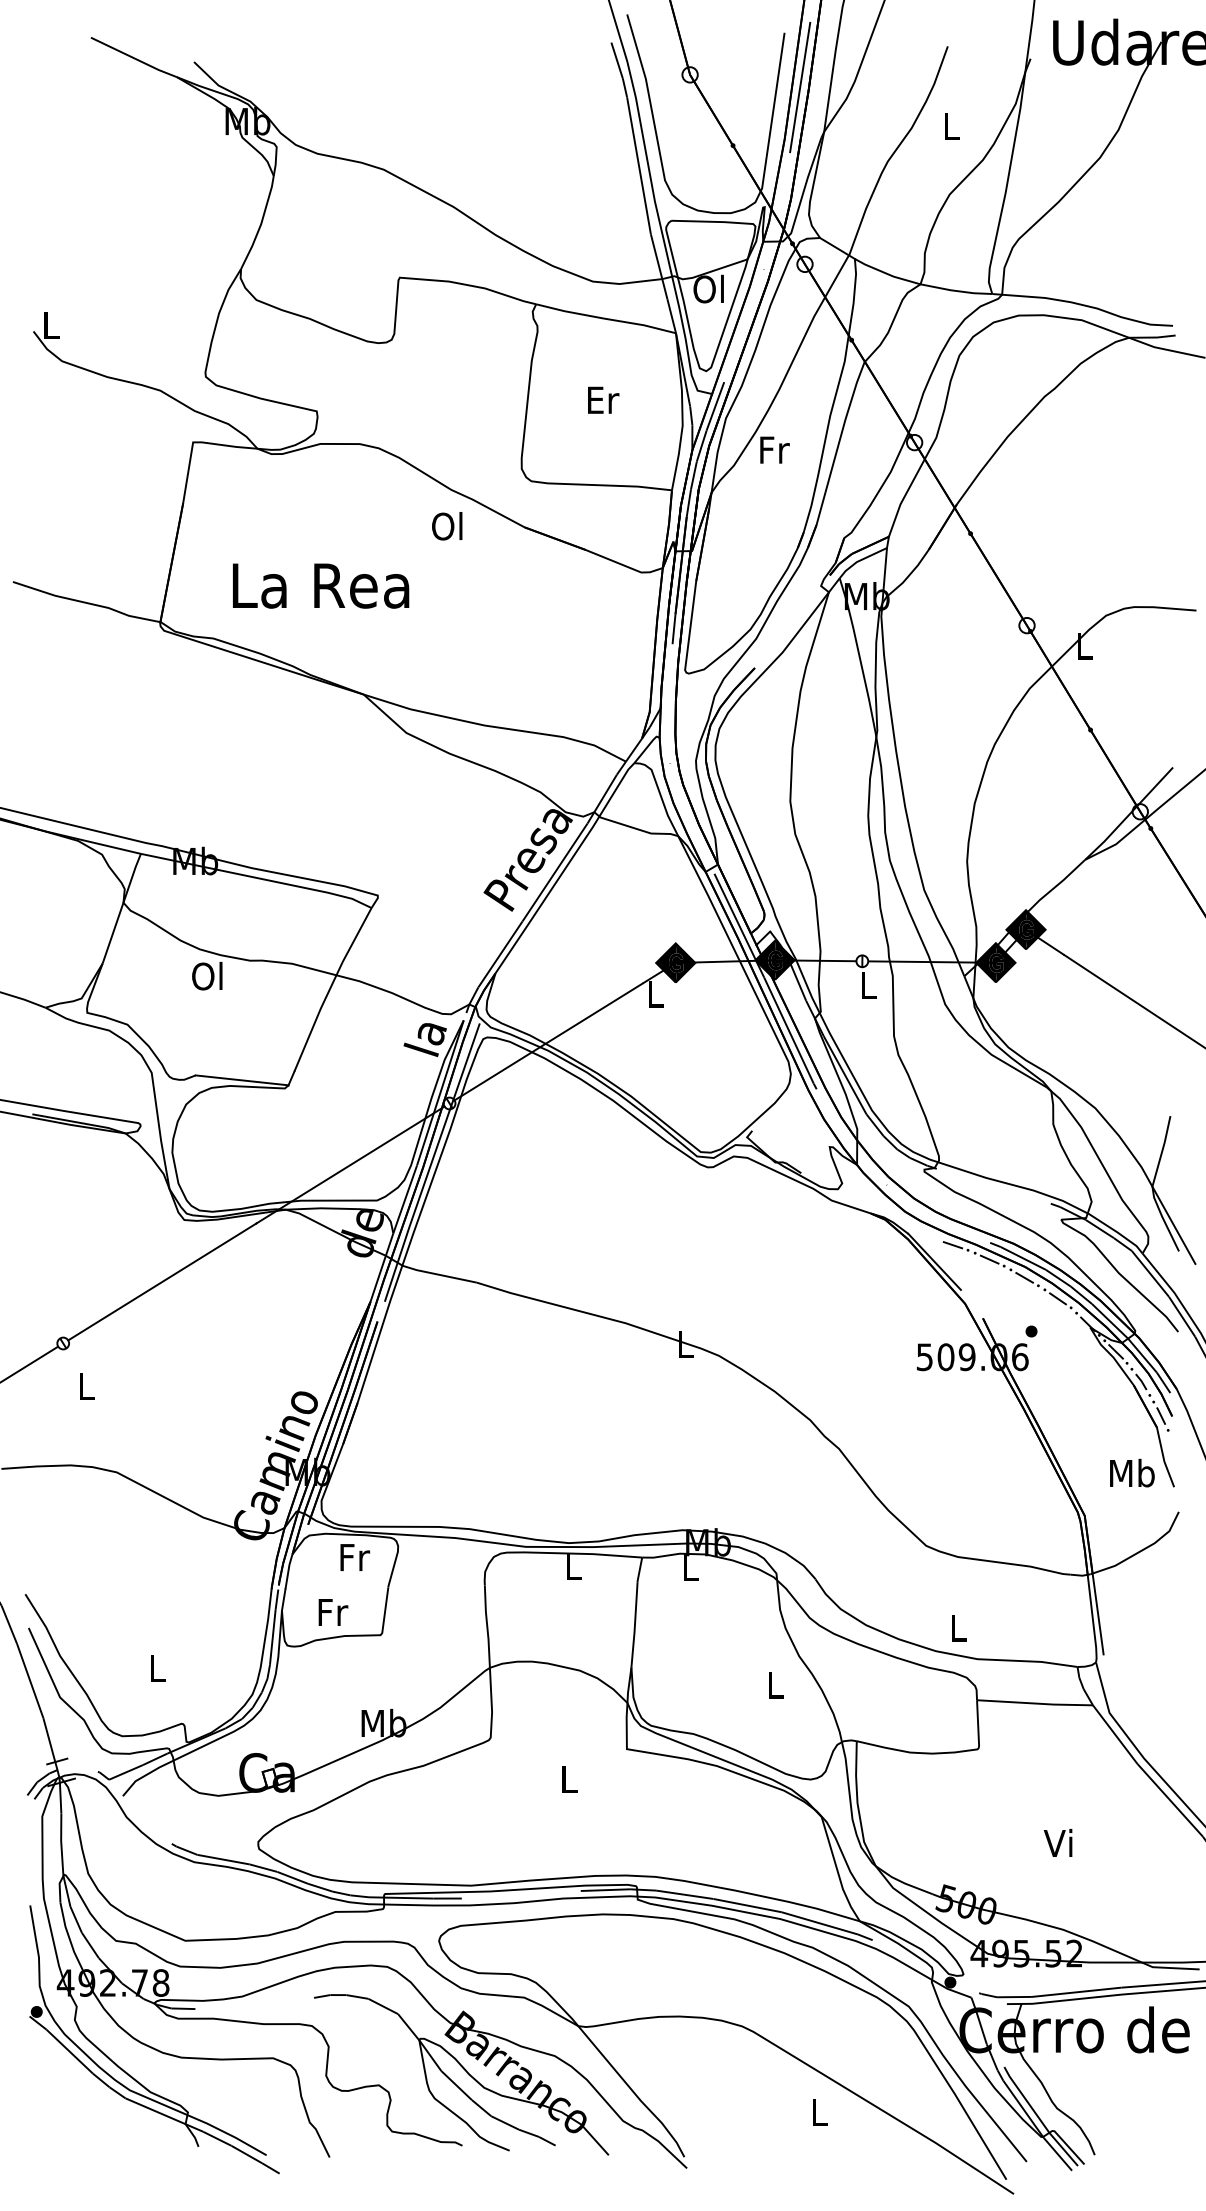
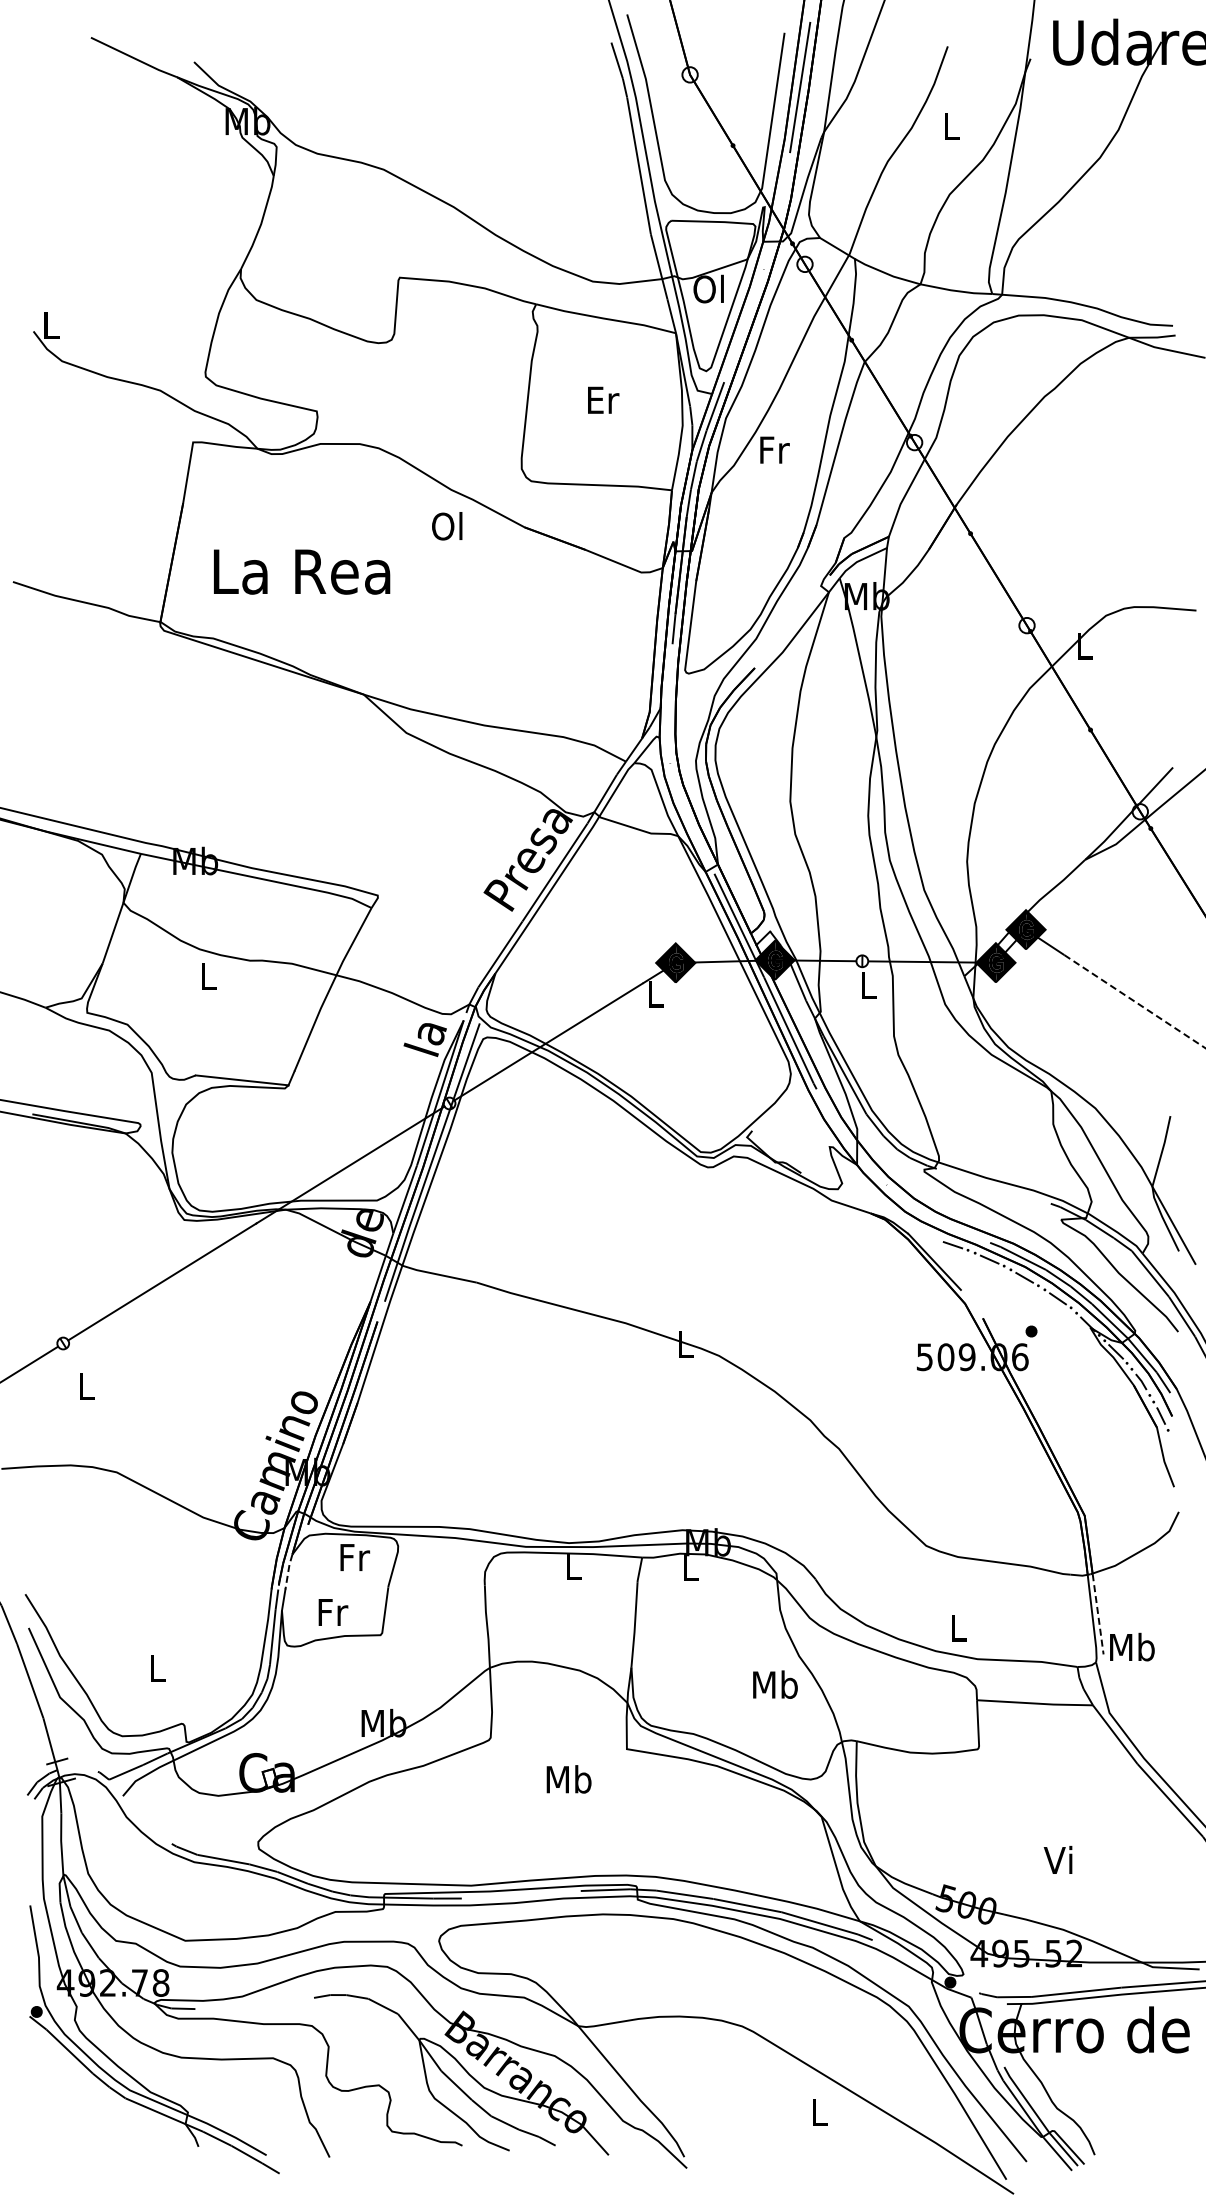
text at (321, 585) position: (321, 585) -> (302, 571)
text at (207, 975): Ol -> L
line at (1135, 1001): solid -> dashed
text at (1132, 1472) position: (1132, 1472) -> (1132, 1646)
line at (288, 1571): solid -> dashed
line at (1098, 1614): solid -> dashed
text at (775, 1684): L -> Mb
text at (568, 1779): L -> Mb
text at (1057, 1842) position: (1057, 1842) -> (1057, 1859)
